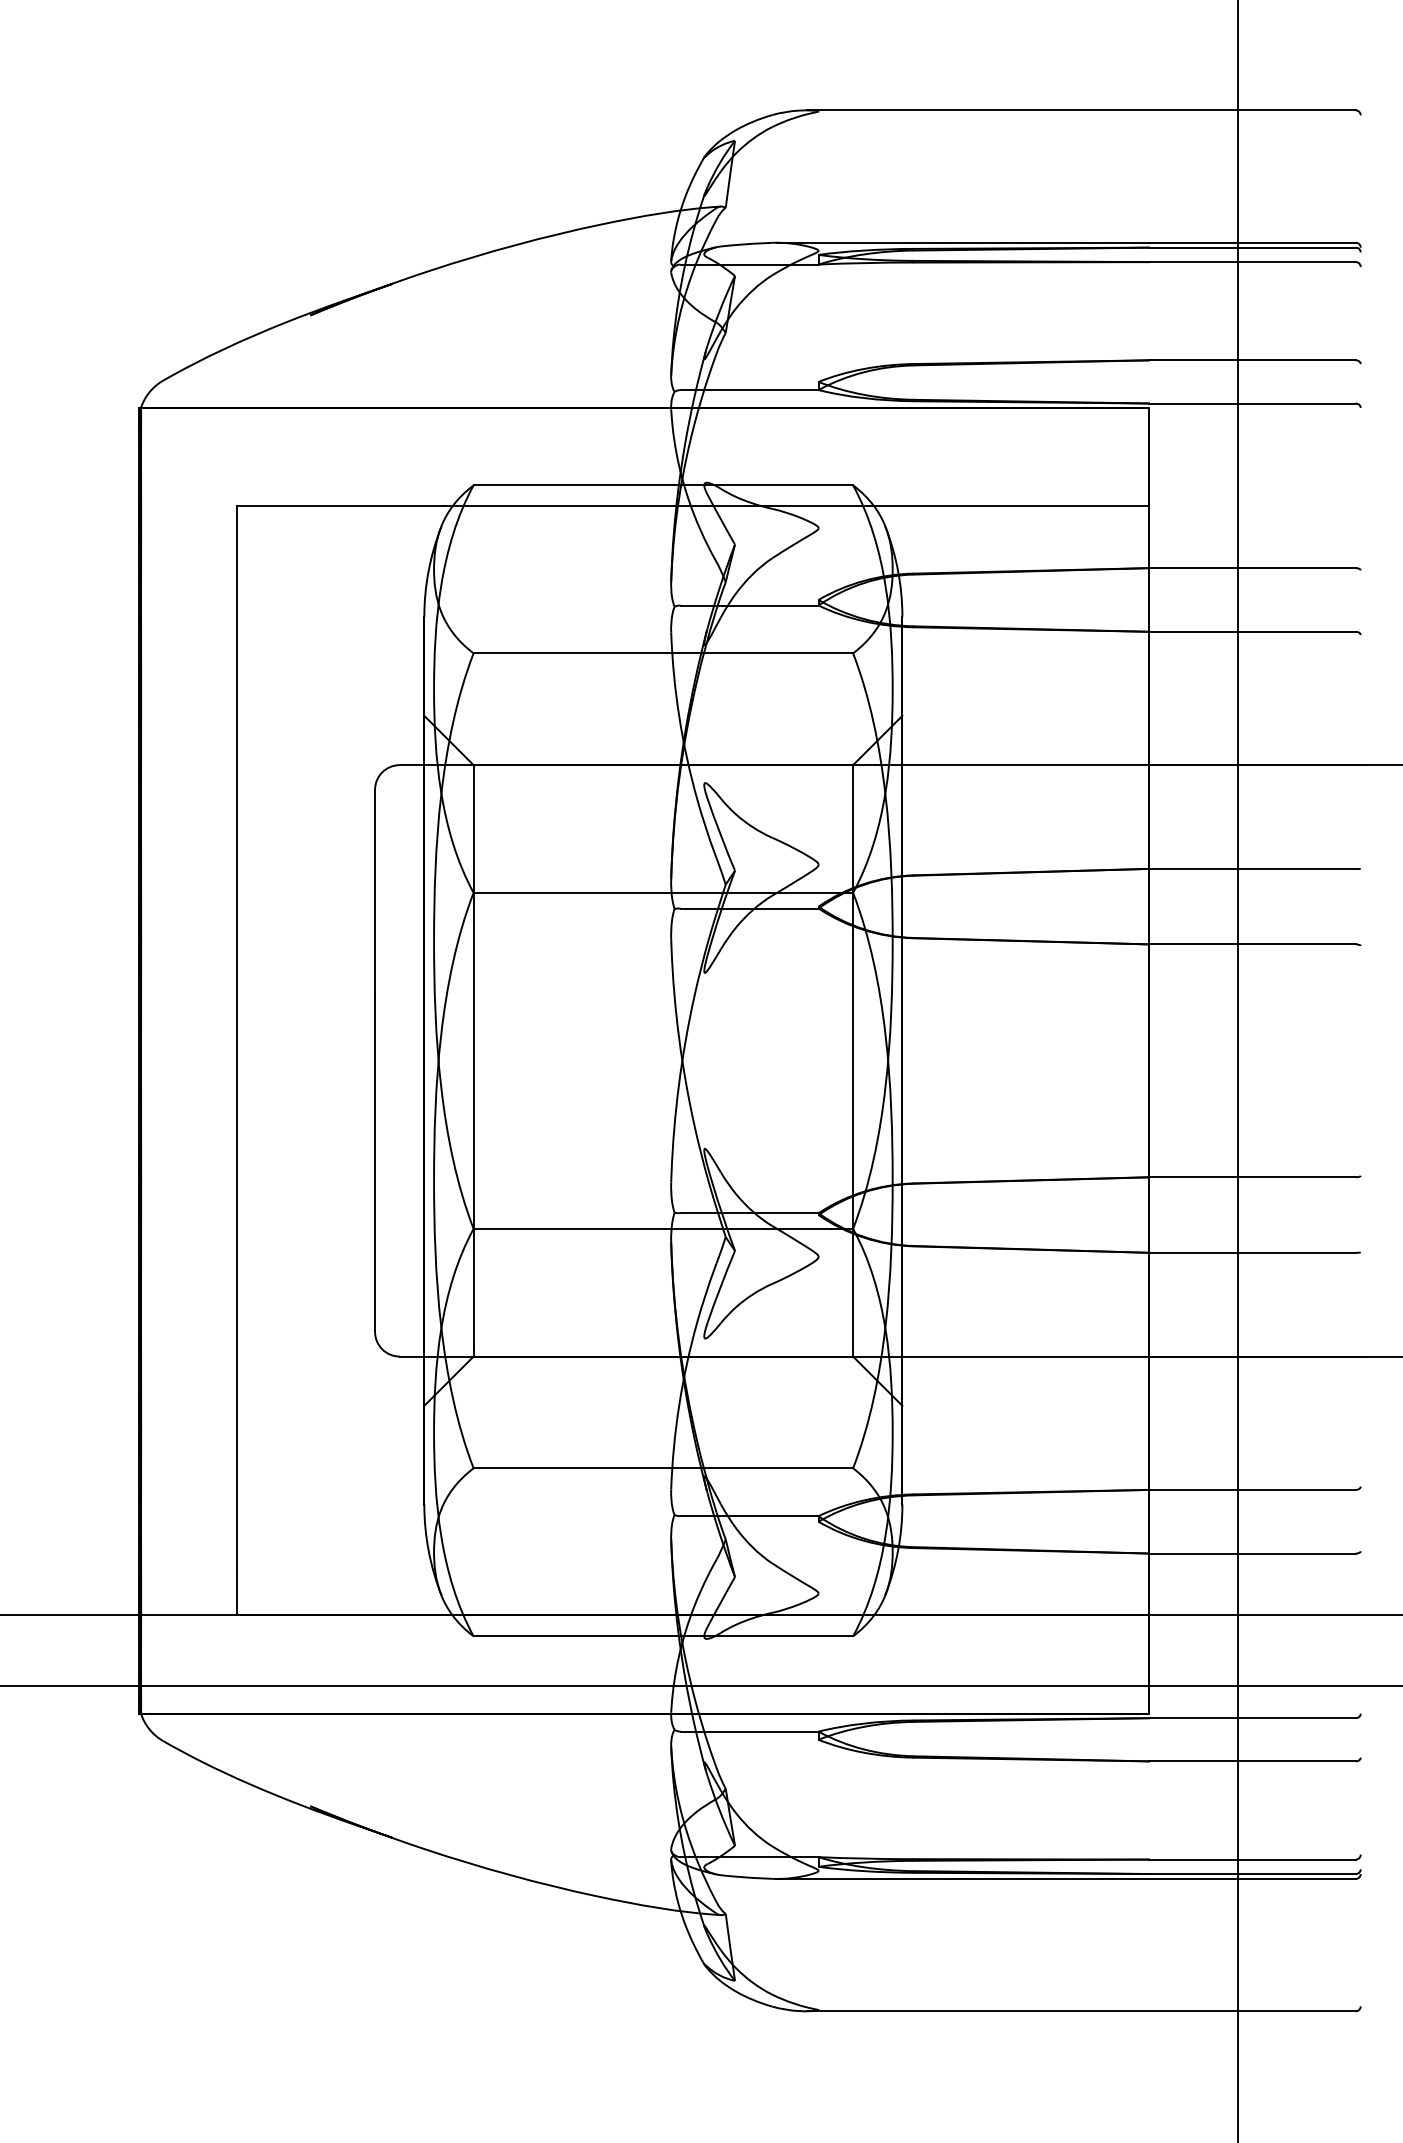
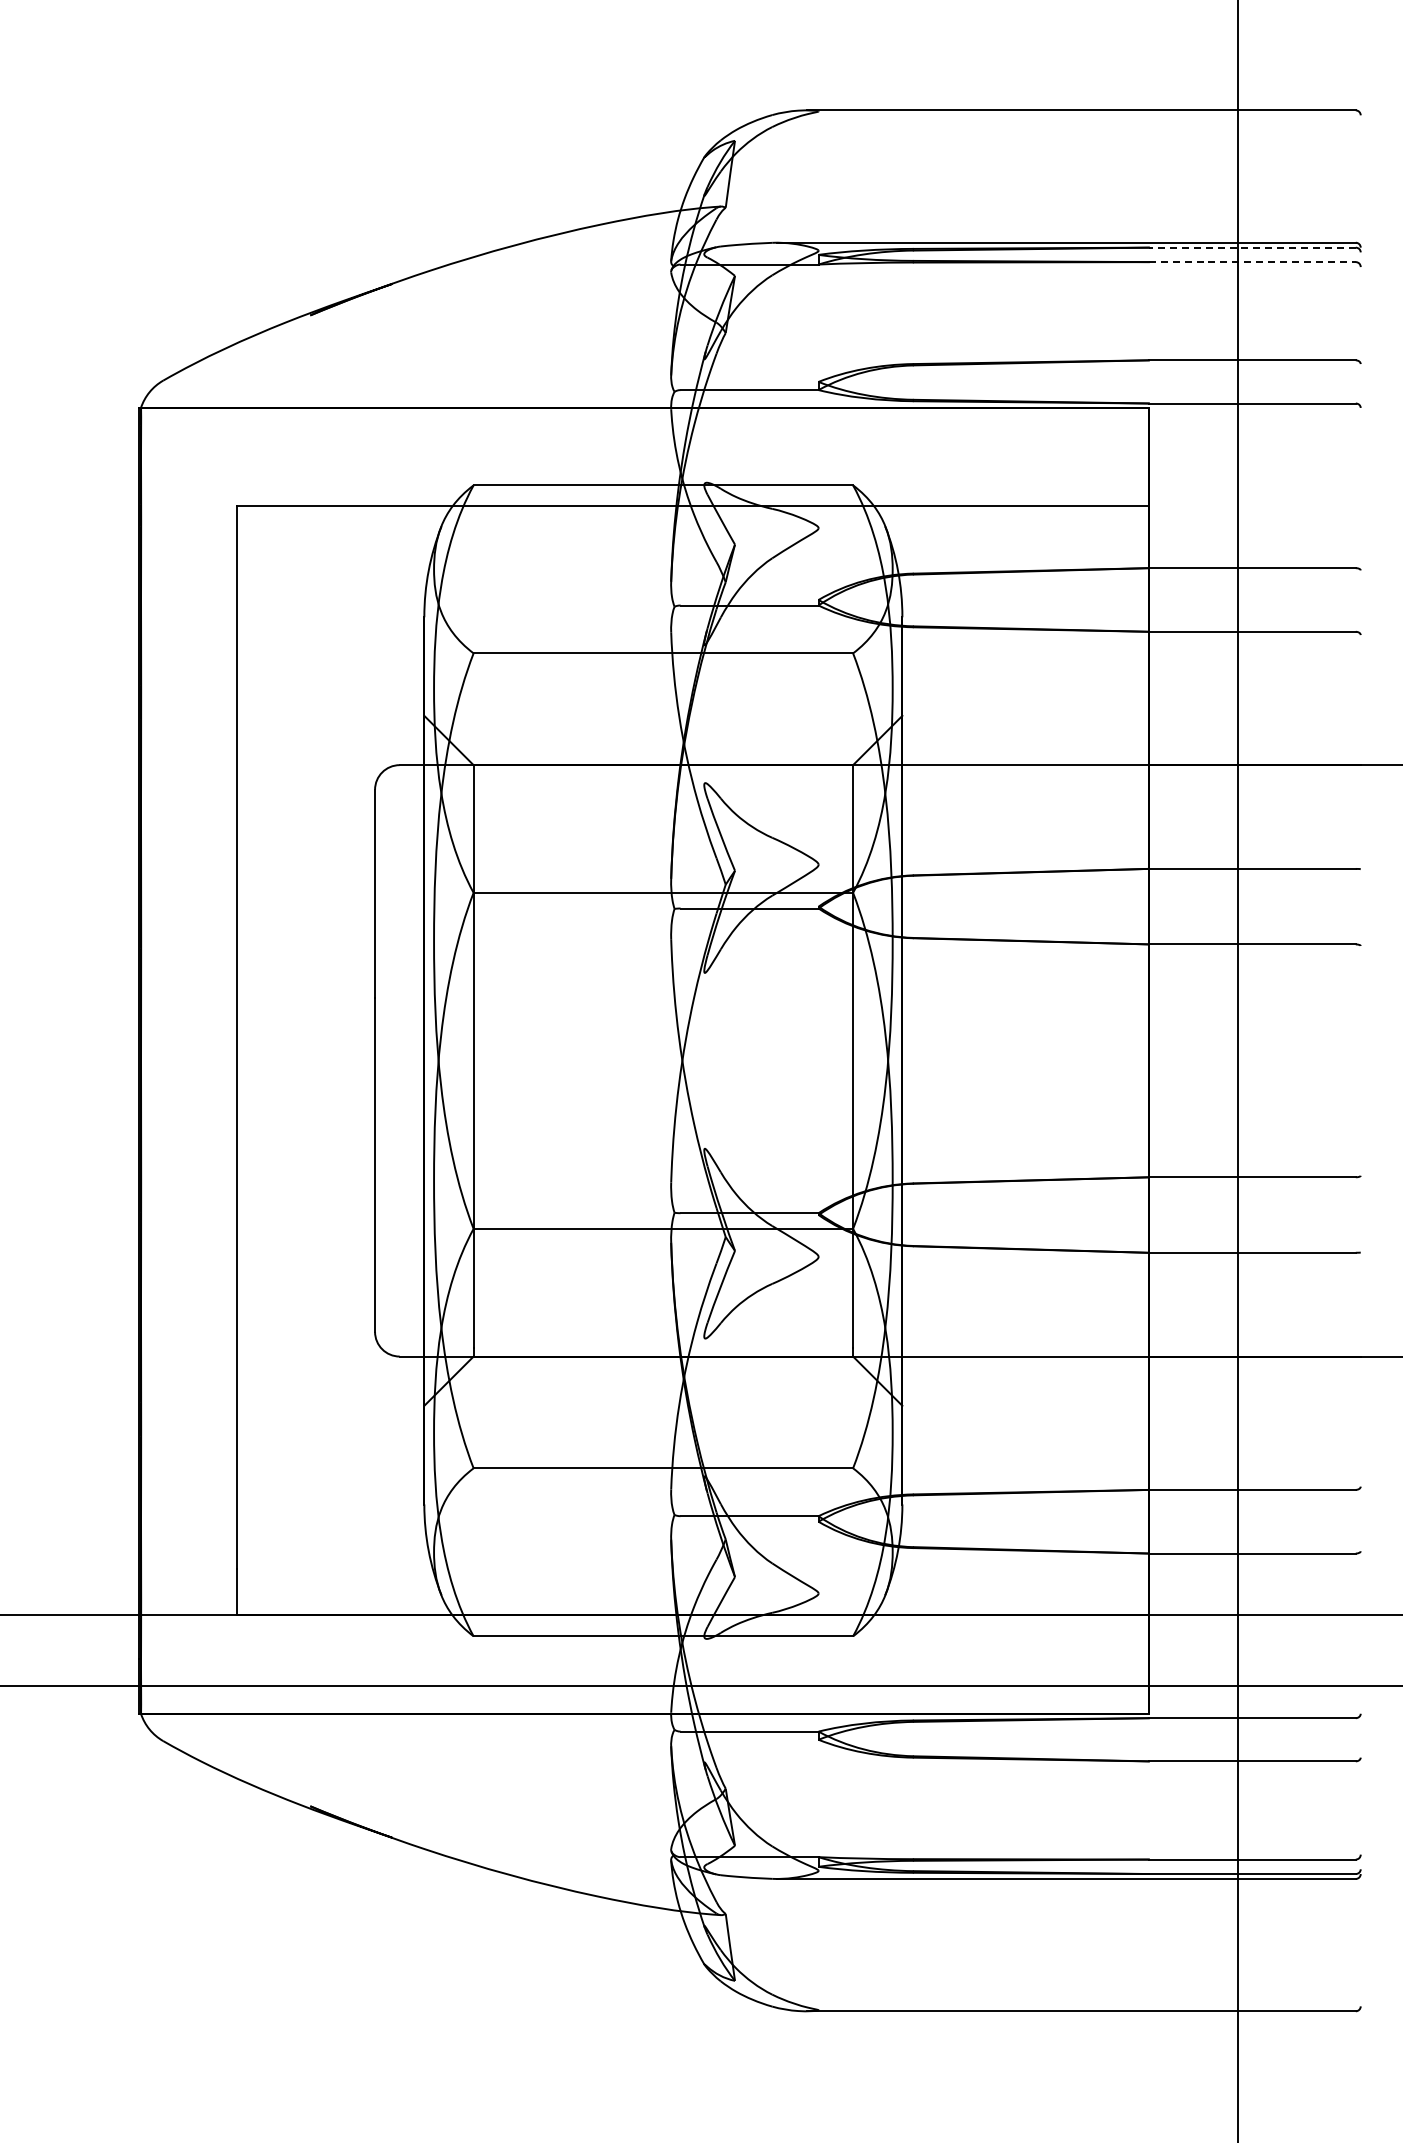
line at (1251, 247): solid -> dashed
line at (1252, 262): solid -> dashed
